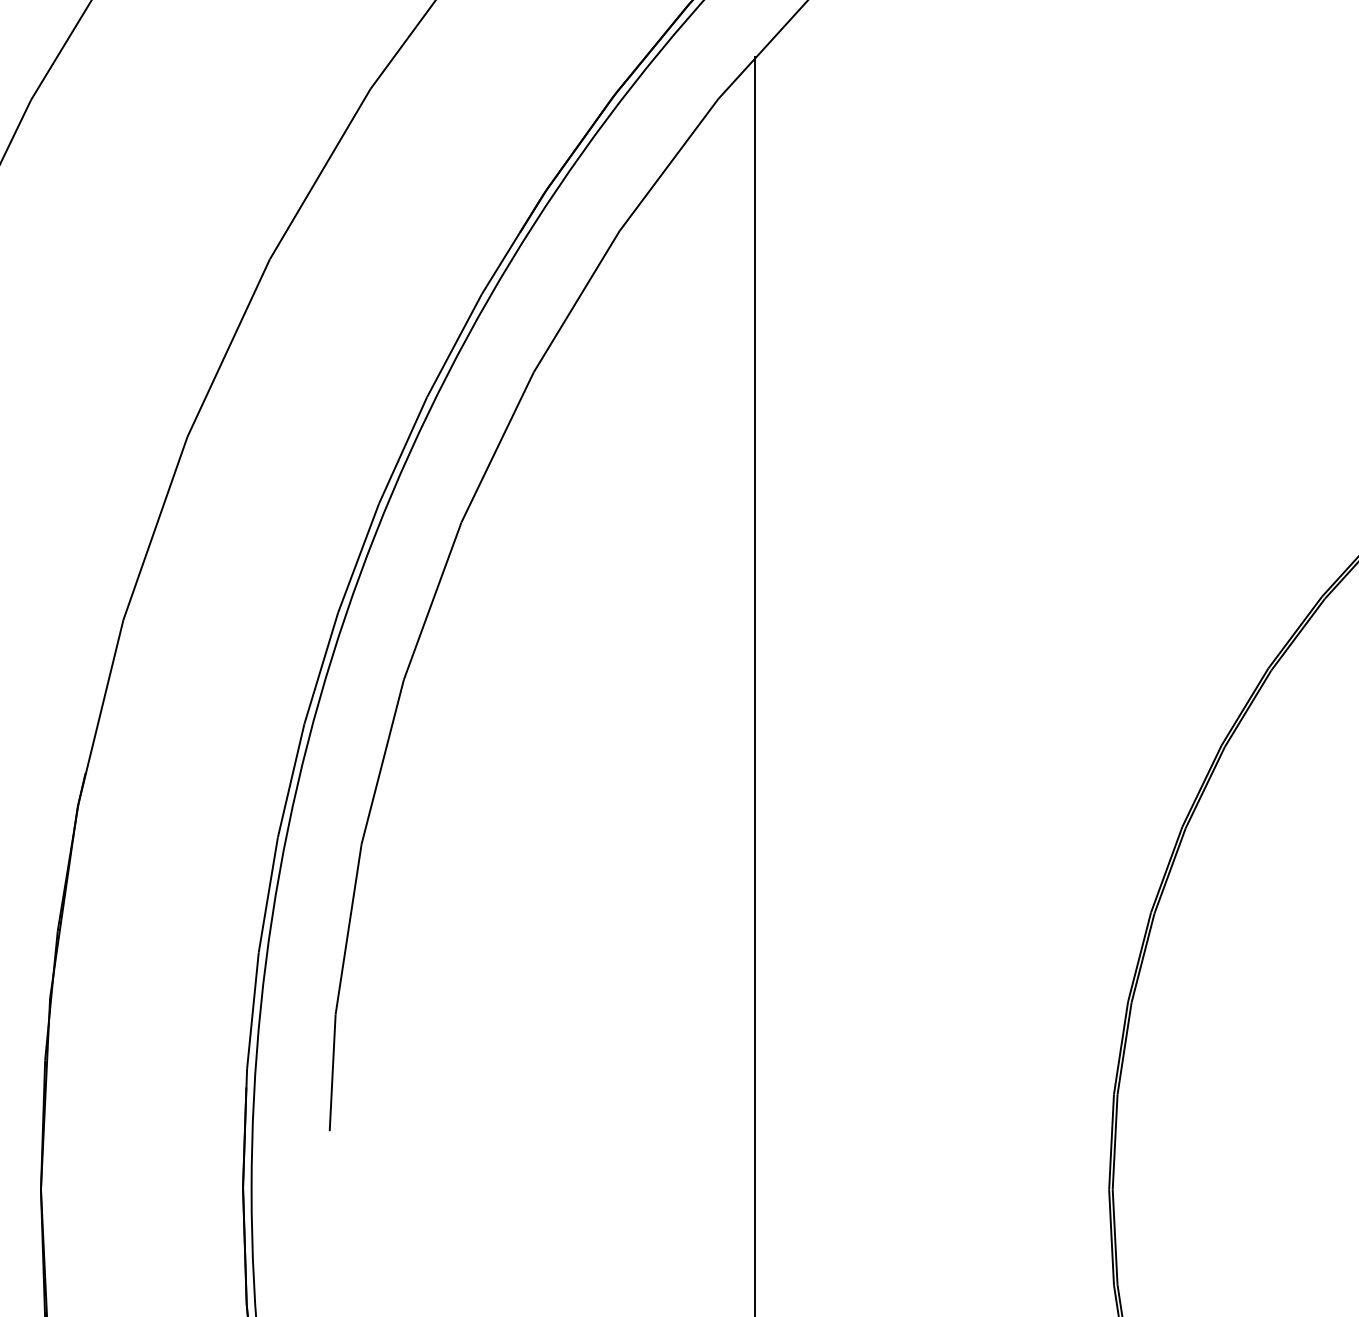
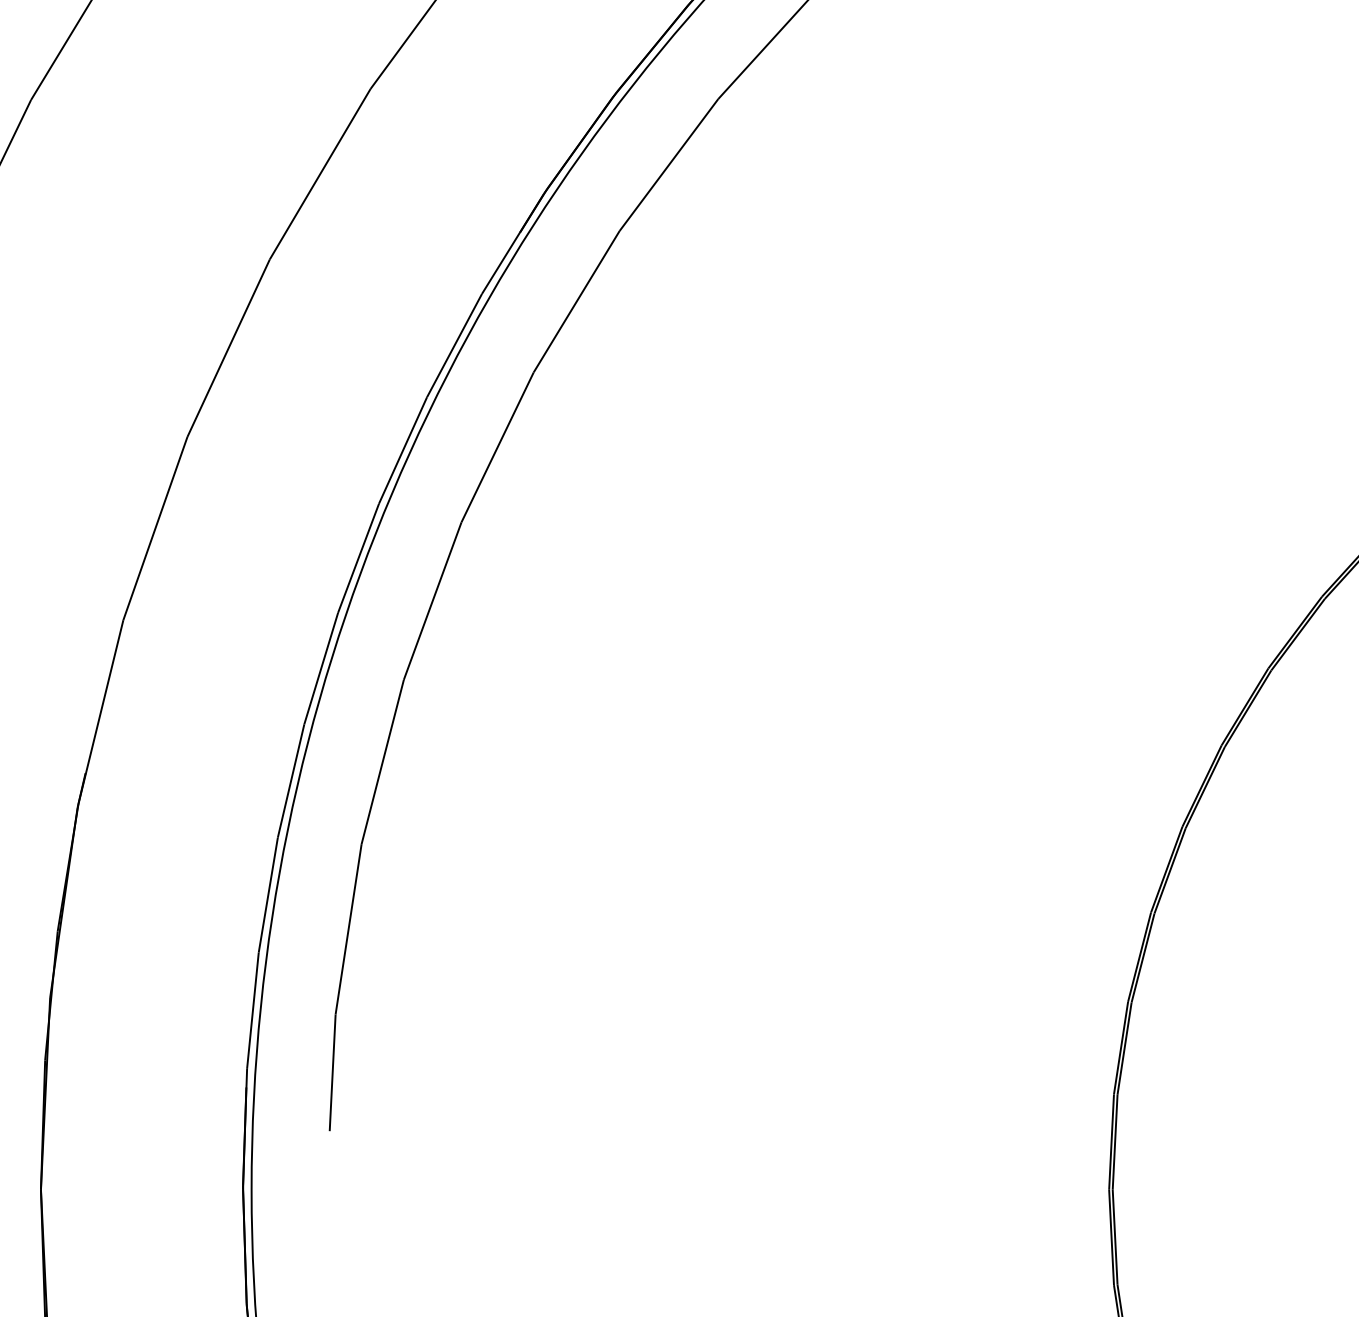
line at (755, 684): present -> none
